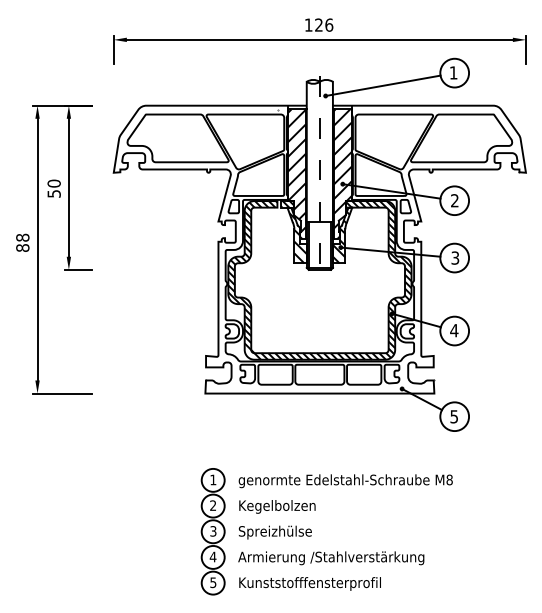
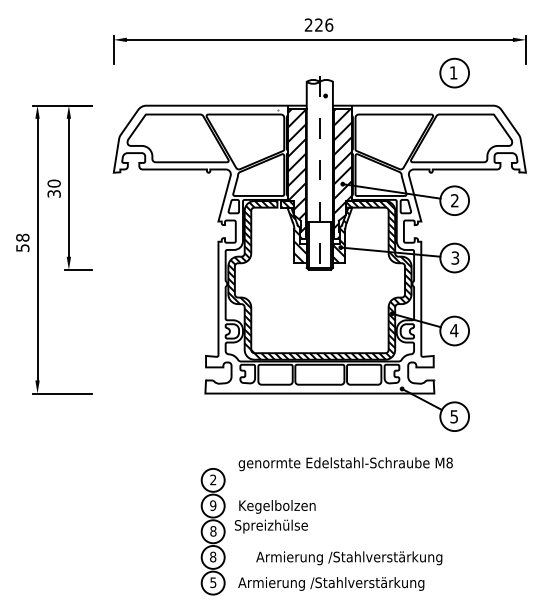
text at (308, 24): 126 -> 226
line at (382, 85): present -> none
text at (53, 193): 50 -> 30
text at (22, 247): 88 -> 58
text at (213, 479): 1 -> 2
text at (345, 481) position: (345, 481) -> (345, 464)
text at (213, 505): 2 -> 9
text at (213, 531): 3 -> 8
text at (274, 532) position: (274, 532) -> (270, 526)
text at (212, 556): 4 -> 8
text at (331, 558) position: (331, 558) -> (349, 558)
text at (331, 583): Kunststofffensterprofil -> Armierung /Stahlverstärkung
